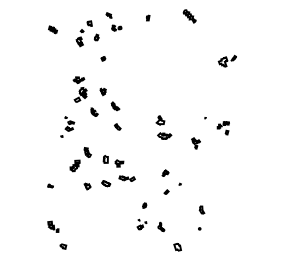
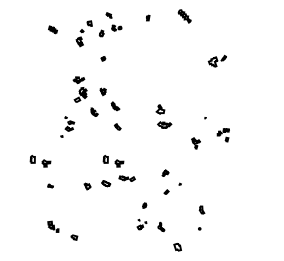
part at (189, 16) position: (189, 16) -> (184, 16)
part at (96, 37) position: (96, 37) -> (101, 33)
part at (226, 60) position: (226, 60) -> (216, 60)
part at (163, 127) position: (163, 127) -> (163, 116)
part at (222, 128) position: (222, 128) -> (222, 135)
part at (80, 159): present -> none
part at (40, 161): none -> present
part at (63, 246) position: (63, 246) -> (74, 237)
